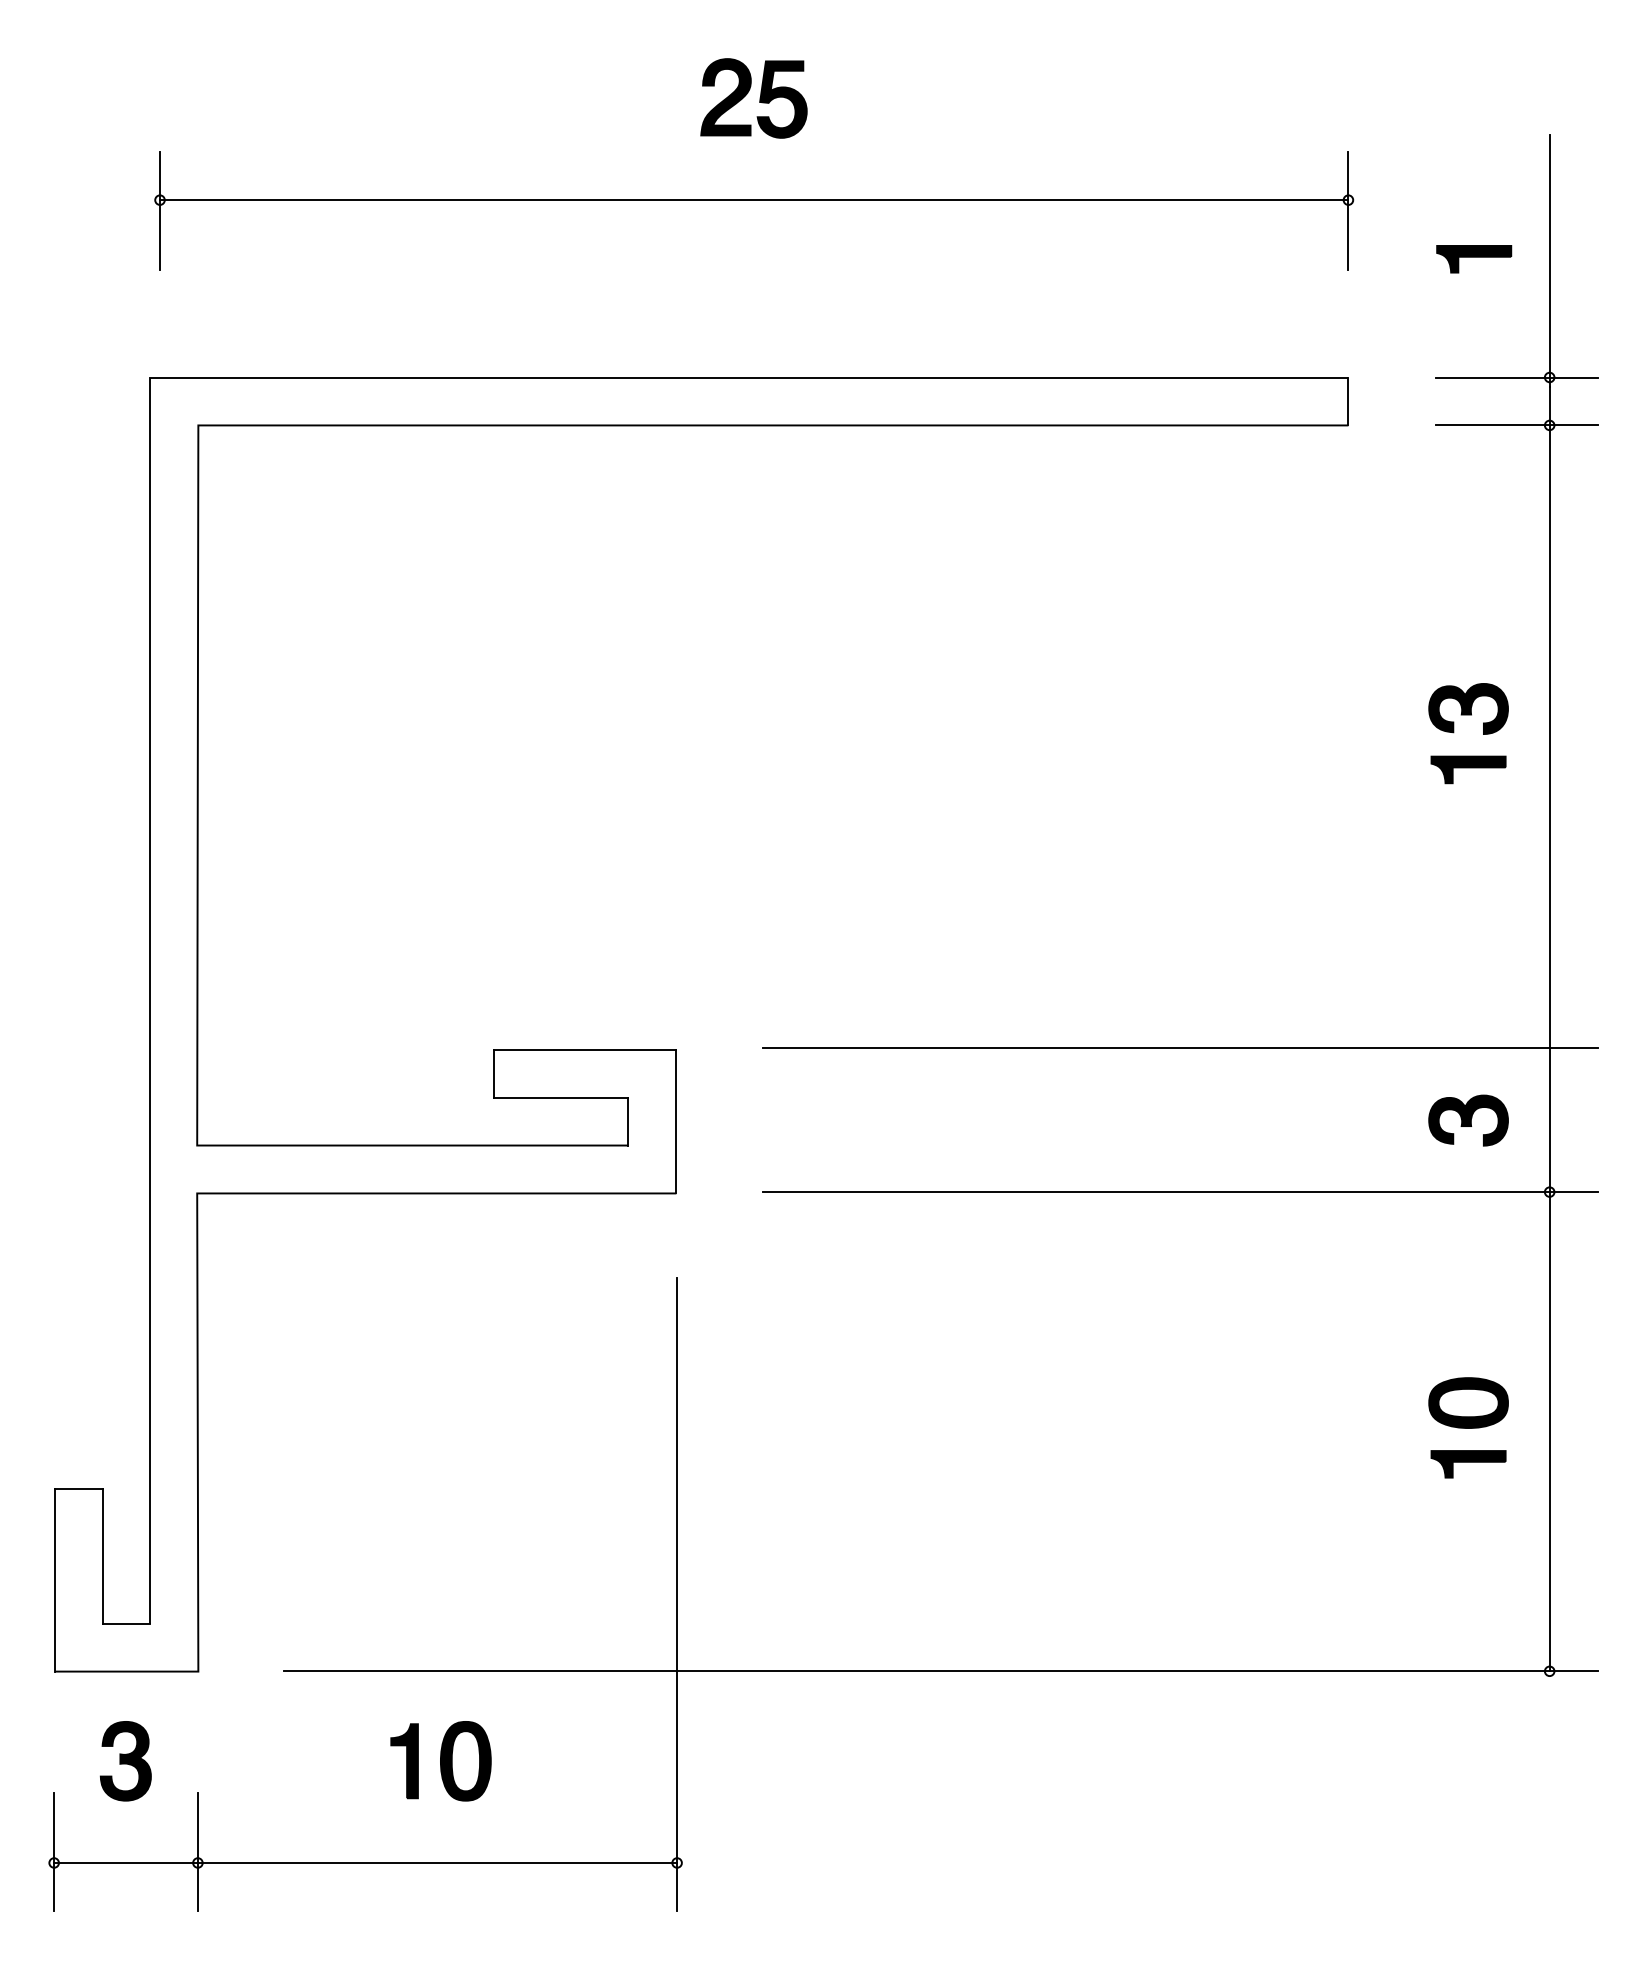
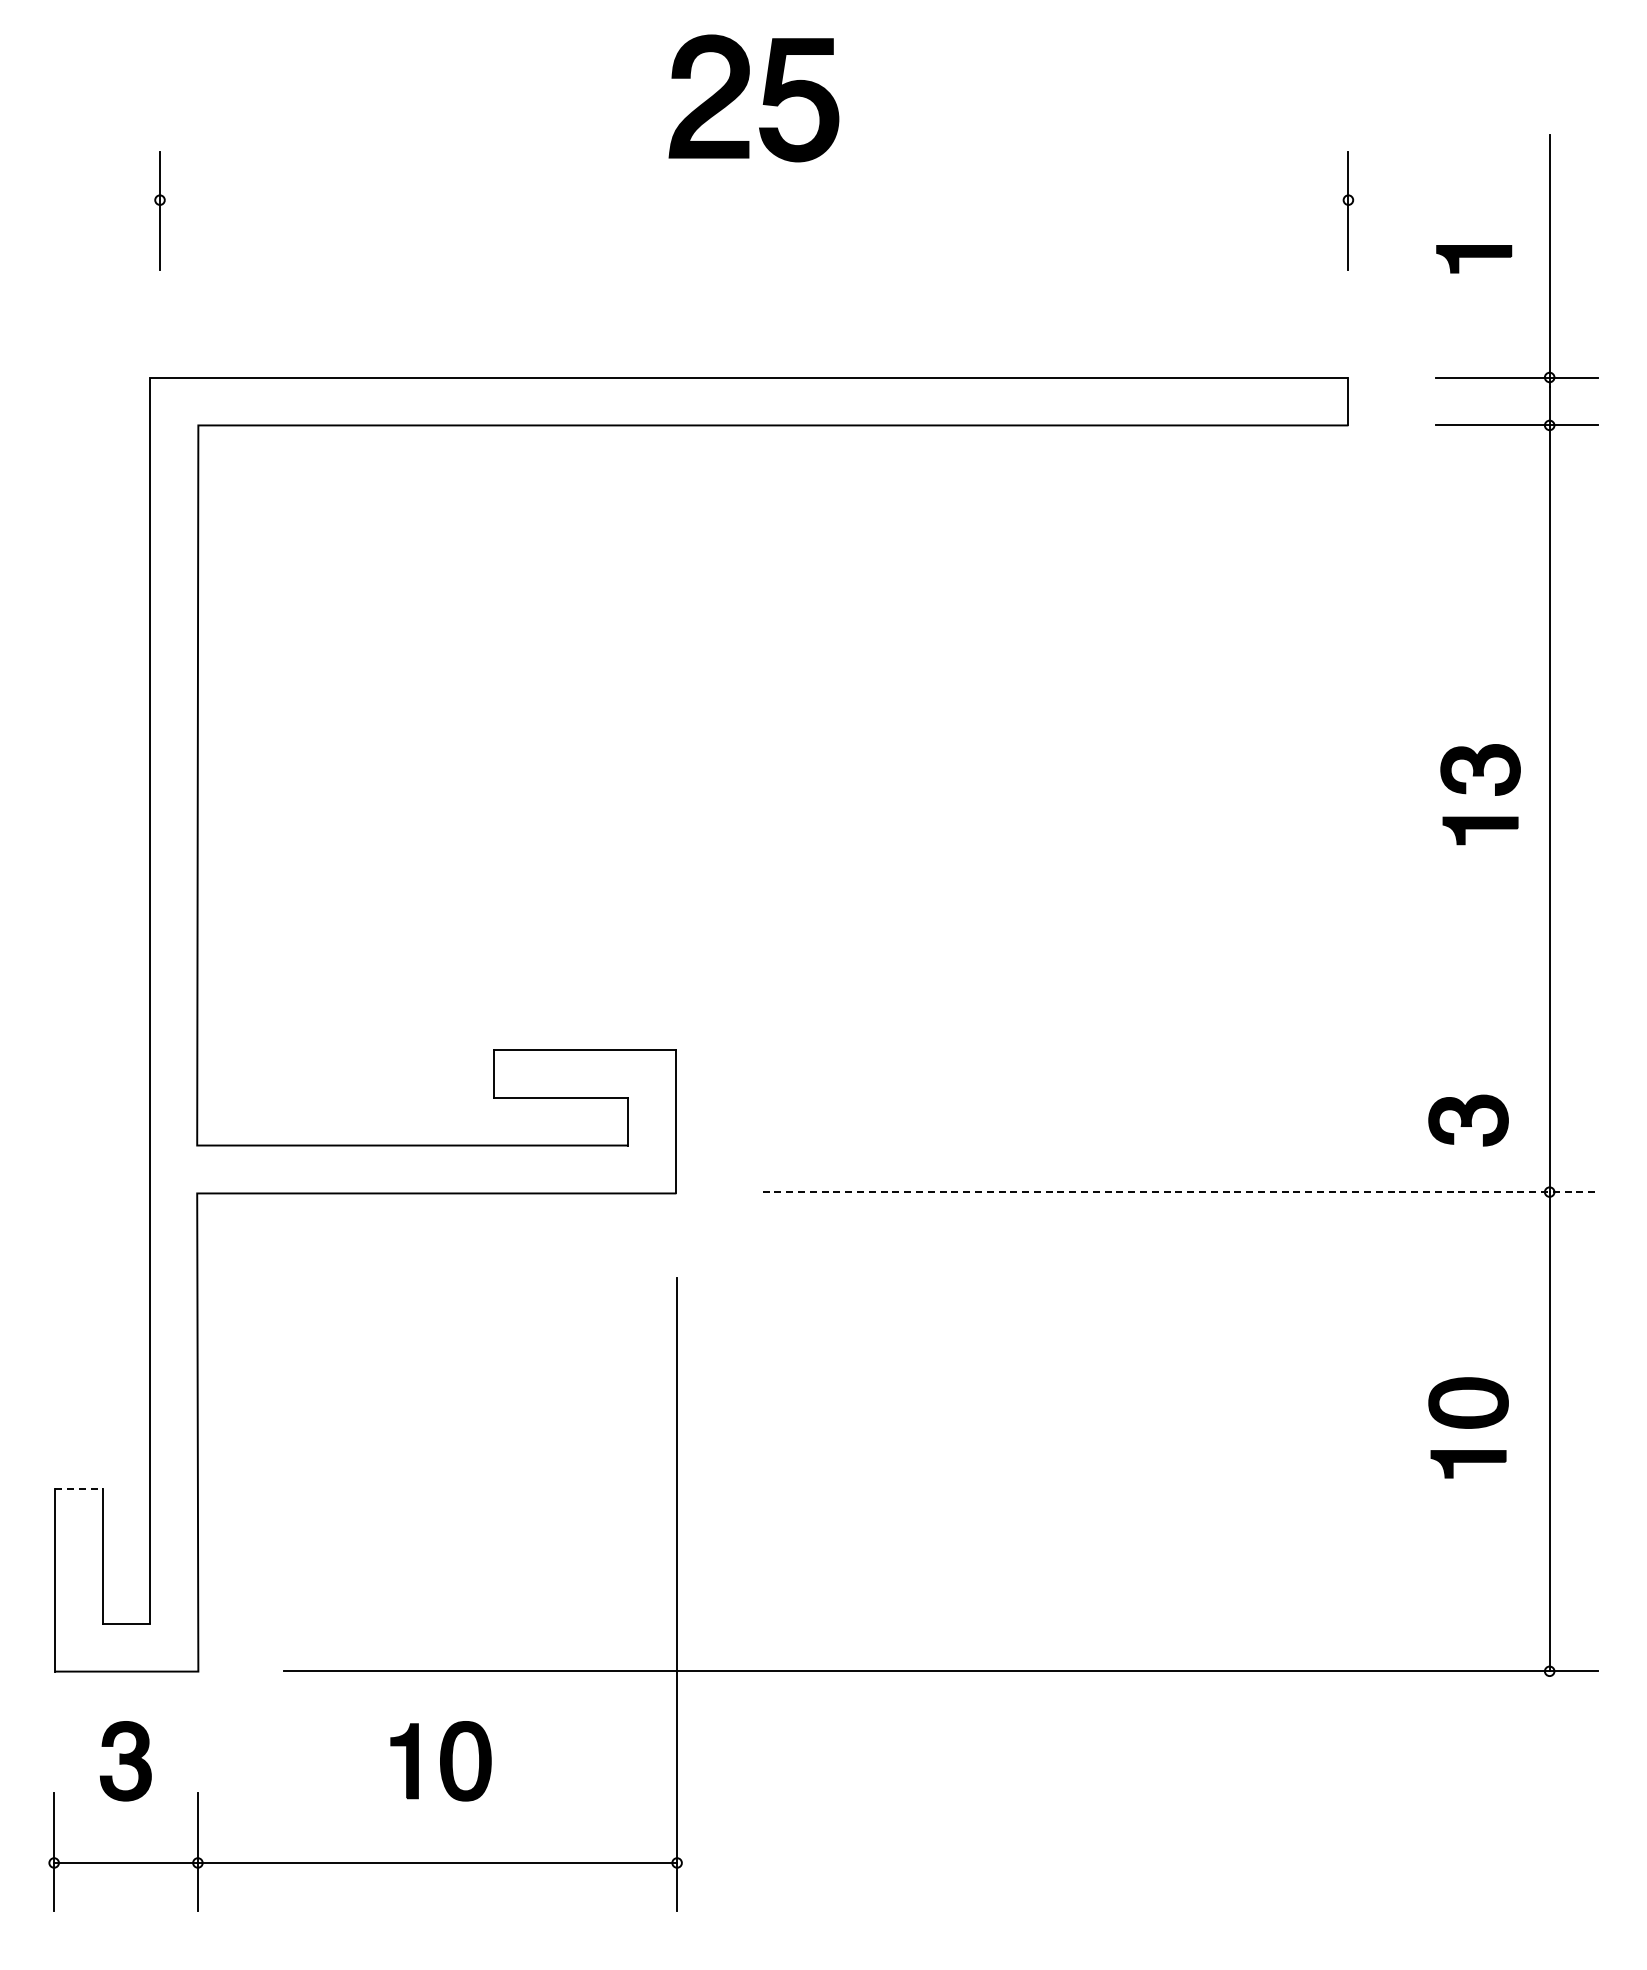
part at (753, 98) size: 108x81 px -> 172x129 px
line at (754, 200): present -> none
part at (1454, 732) position: (1454, 732) -> (1466, 793)
line at (1179, 1048): present -> none
line at (1180, 1192): solid -> dashed
line at (79, 1489): solid -> dashed
